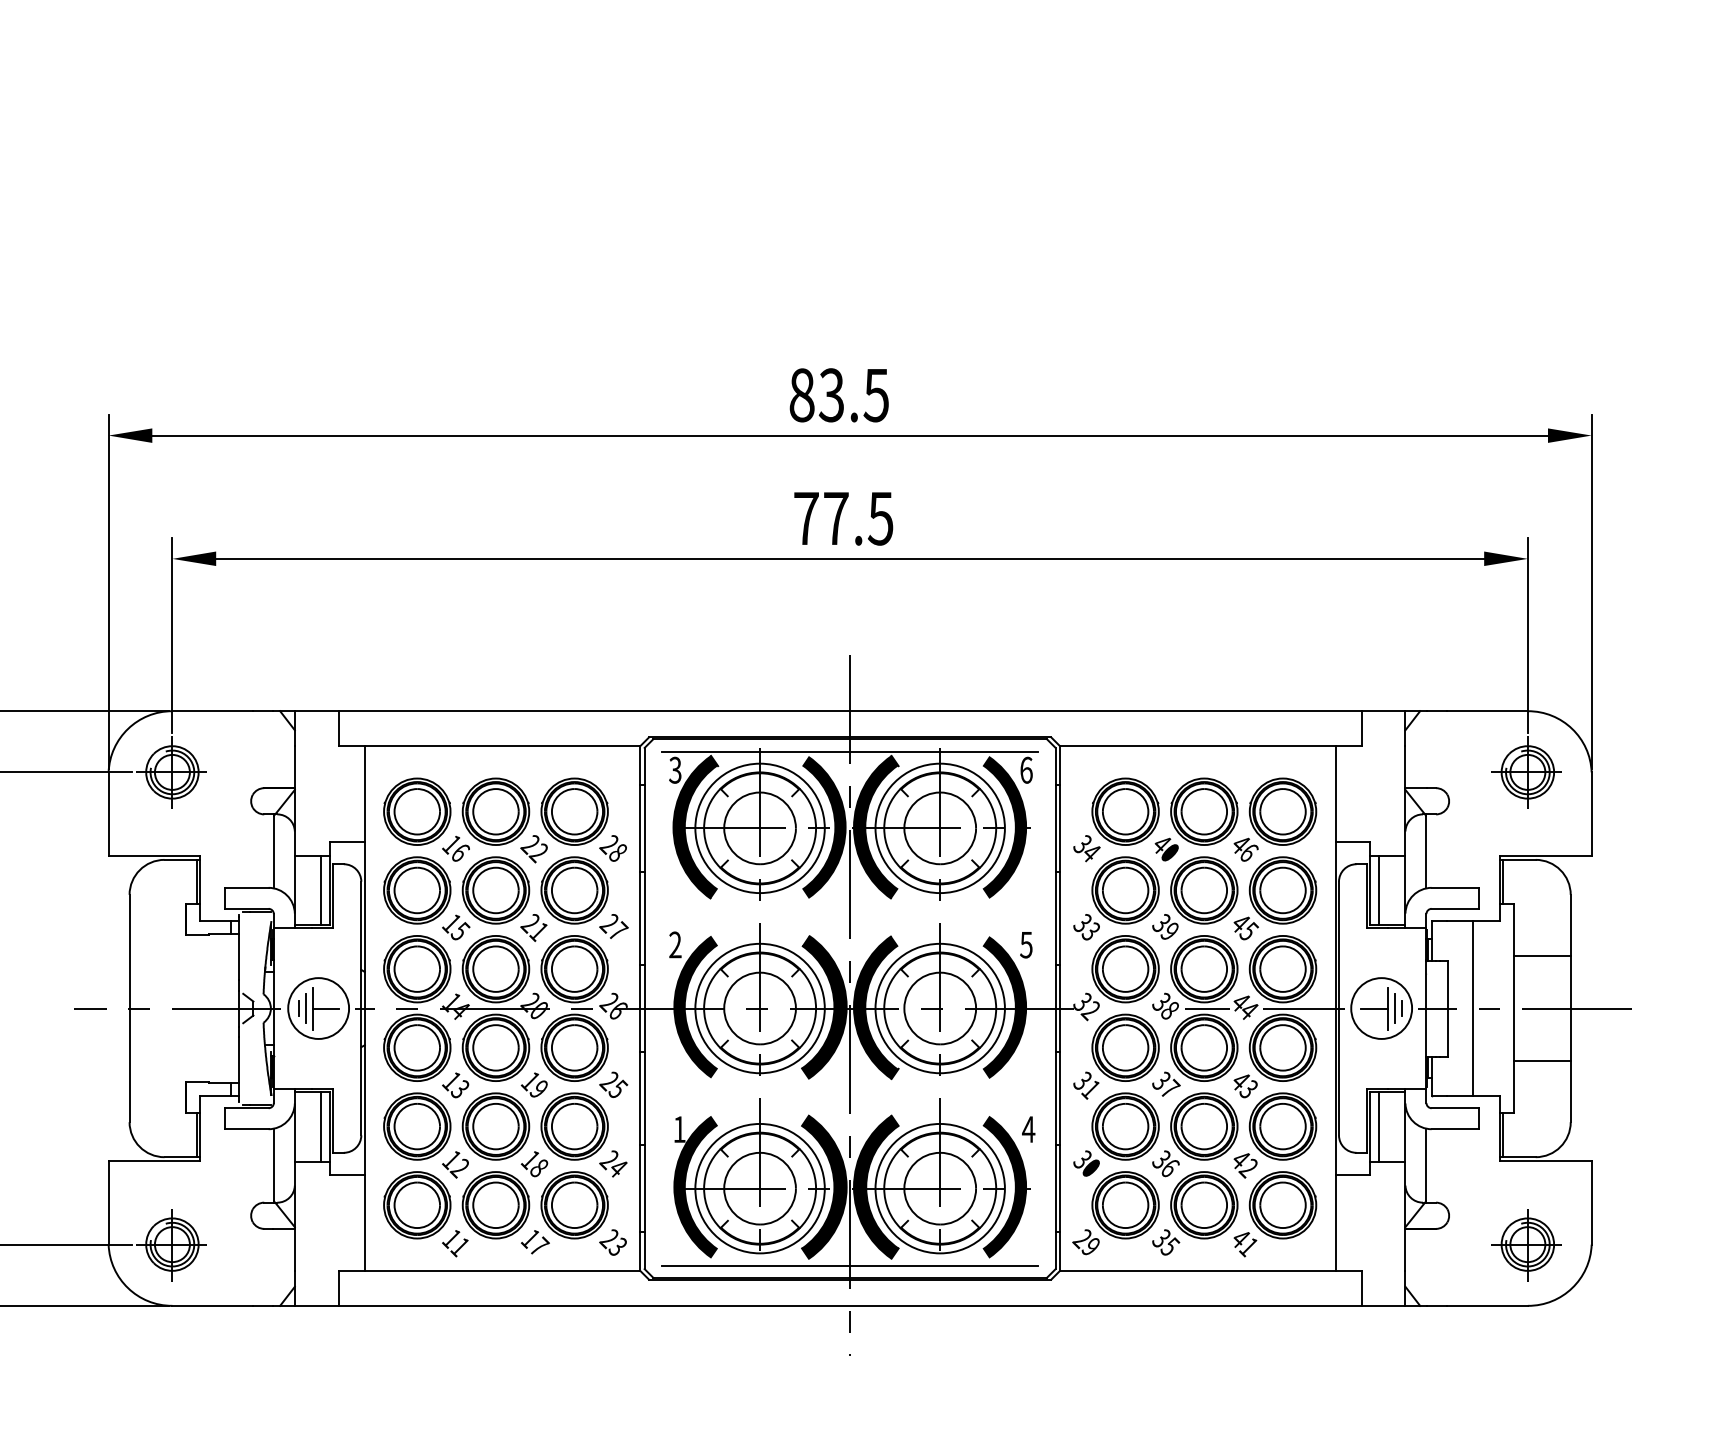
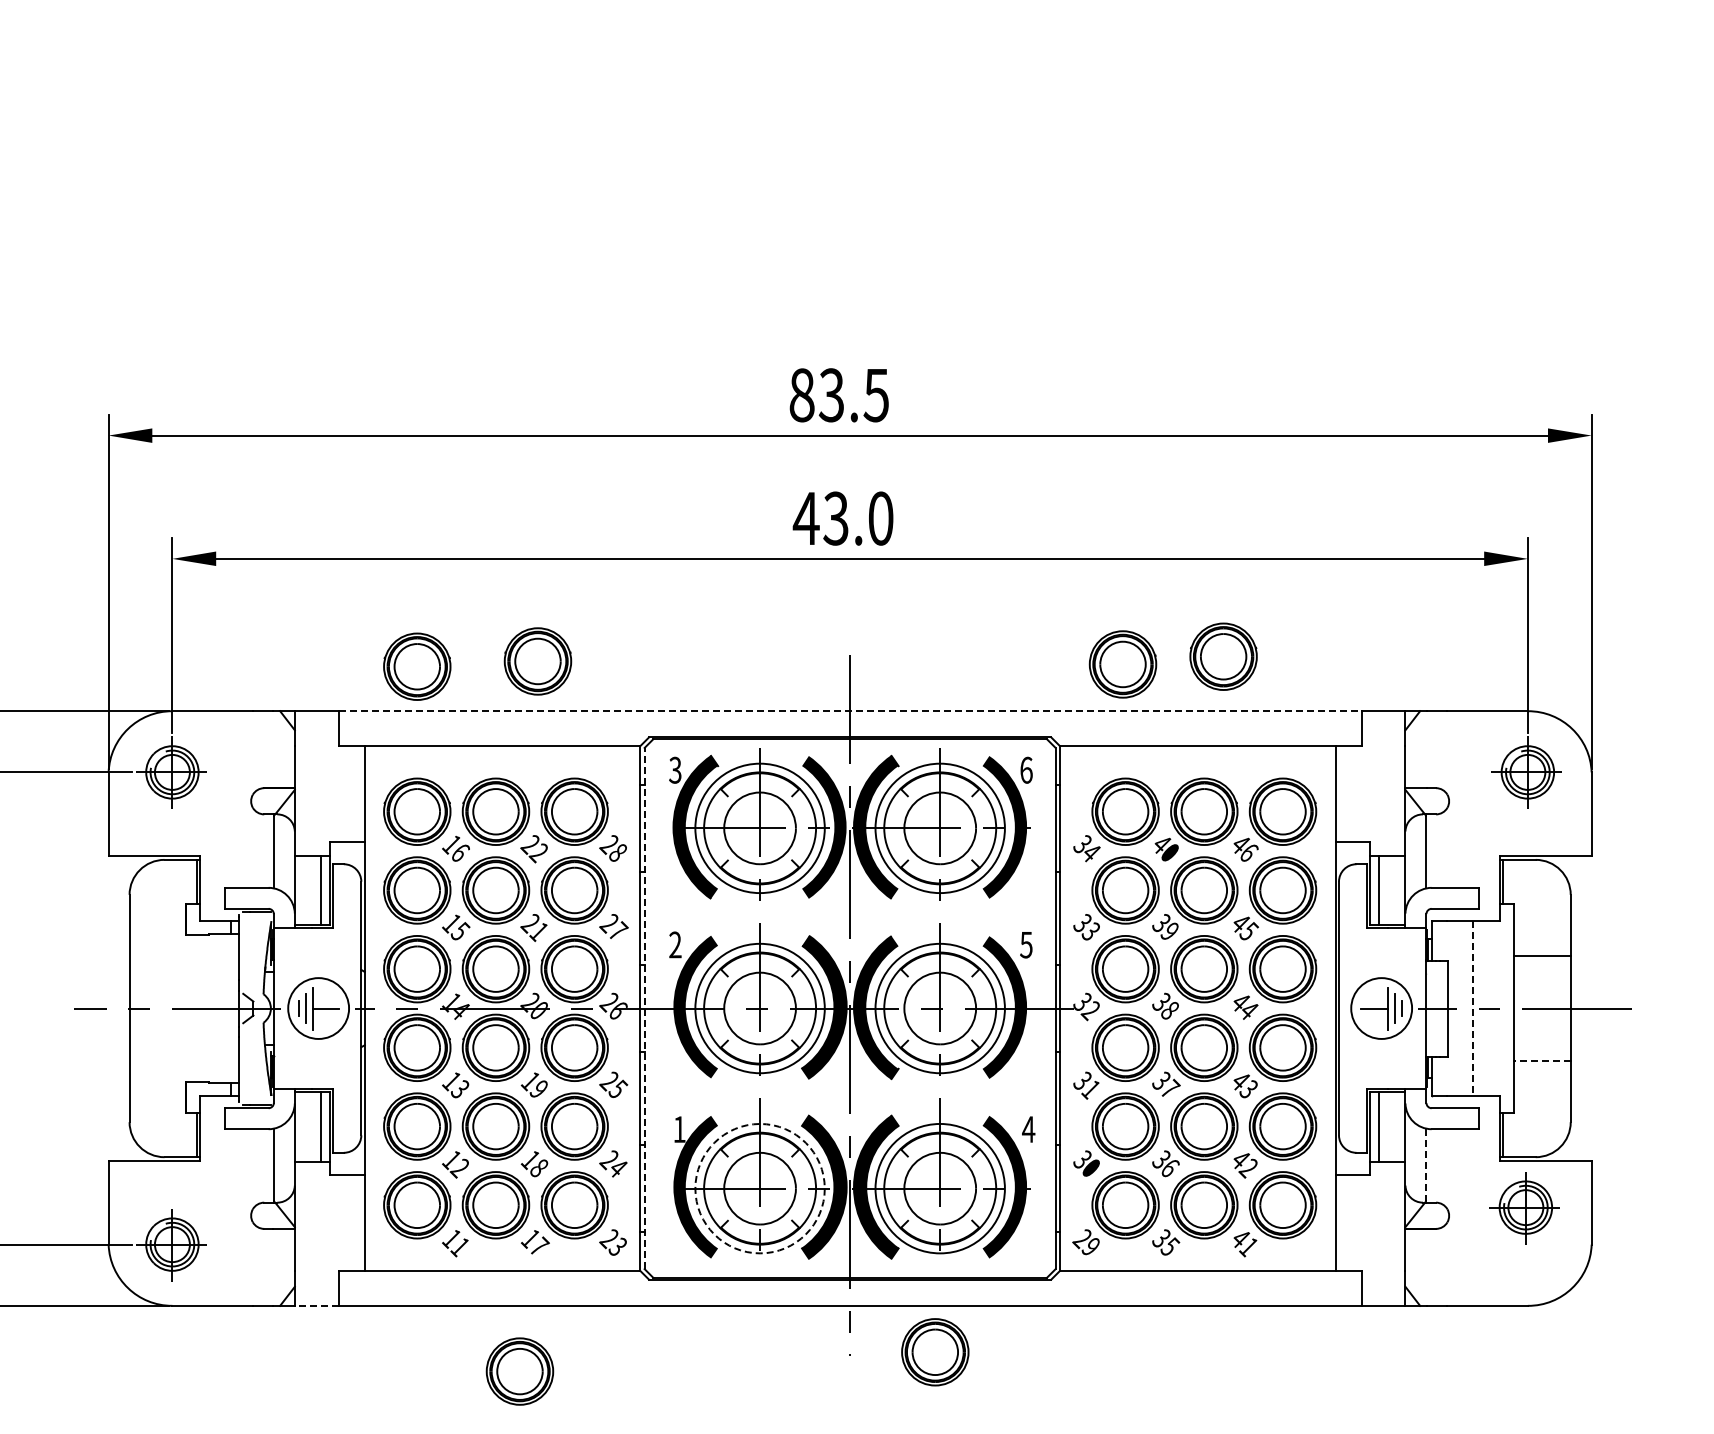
text at (842, 518): 77.5 -> 43.0
part at (1223, 656): none -> present
part at (537, 661): none -> present
part at (1122, 664): none -> present
part at (417, 666): none -> present
line at (850, 711): solid -> dashed
line at (850, 751): present -> none
line at (644, 1008): solid -> dashed
line at (1207, 1008): present -> none
line at (1304, 1008): present -> none
line at (1473, 1009): solid -> dashed
line at (1541, 1061): solid -> dashed
line at (1426, 1165): solid -> dashed
circle at (759, 1188): solid -> dashed
part at (1526, 1245) position: (1526, 1245) -> (1524, 1208)
line at (850, 1265): present -> none
line at (316, 1305): solid -> dashed
part at (935, 1352): none -> present
part at (519, 1371): none -> present
